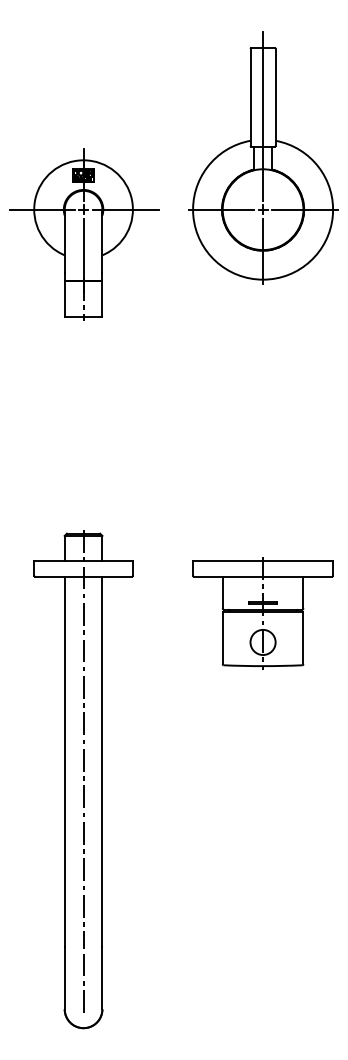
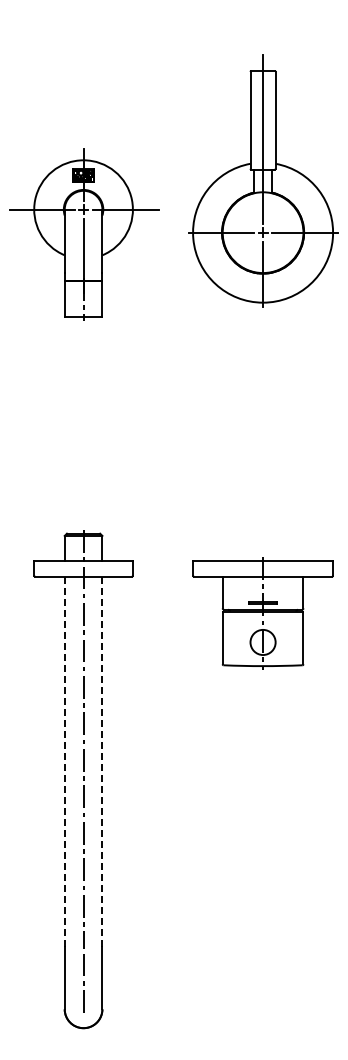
part at (263, 157) position: (263, 157) -> (263, 180)
line at (64, 761): solid -> dashed
line at (102, 761): solid -> dashed
